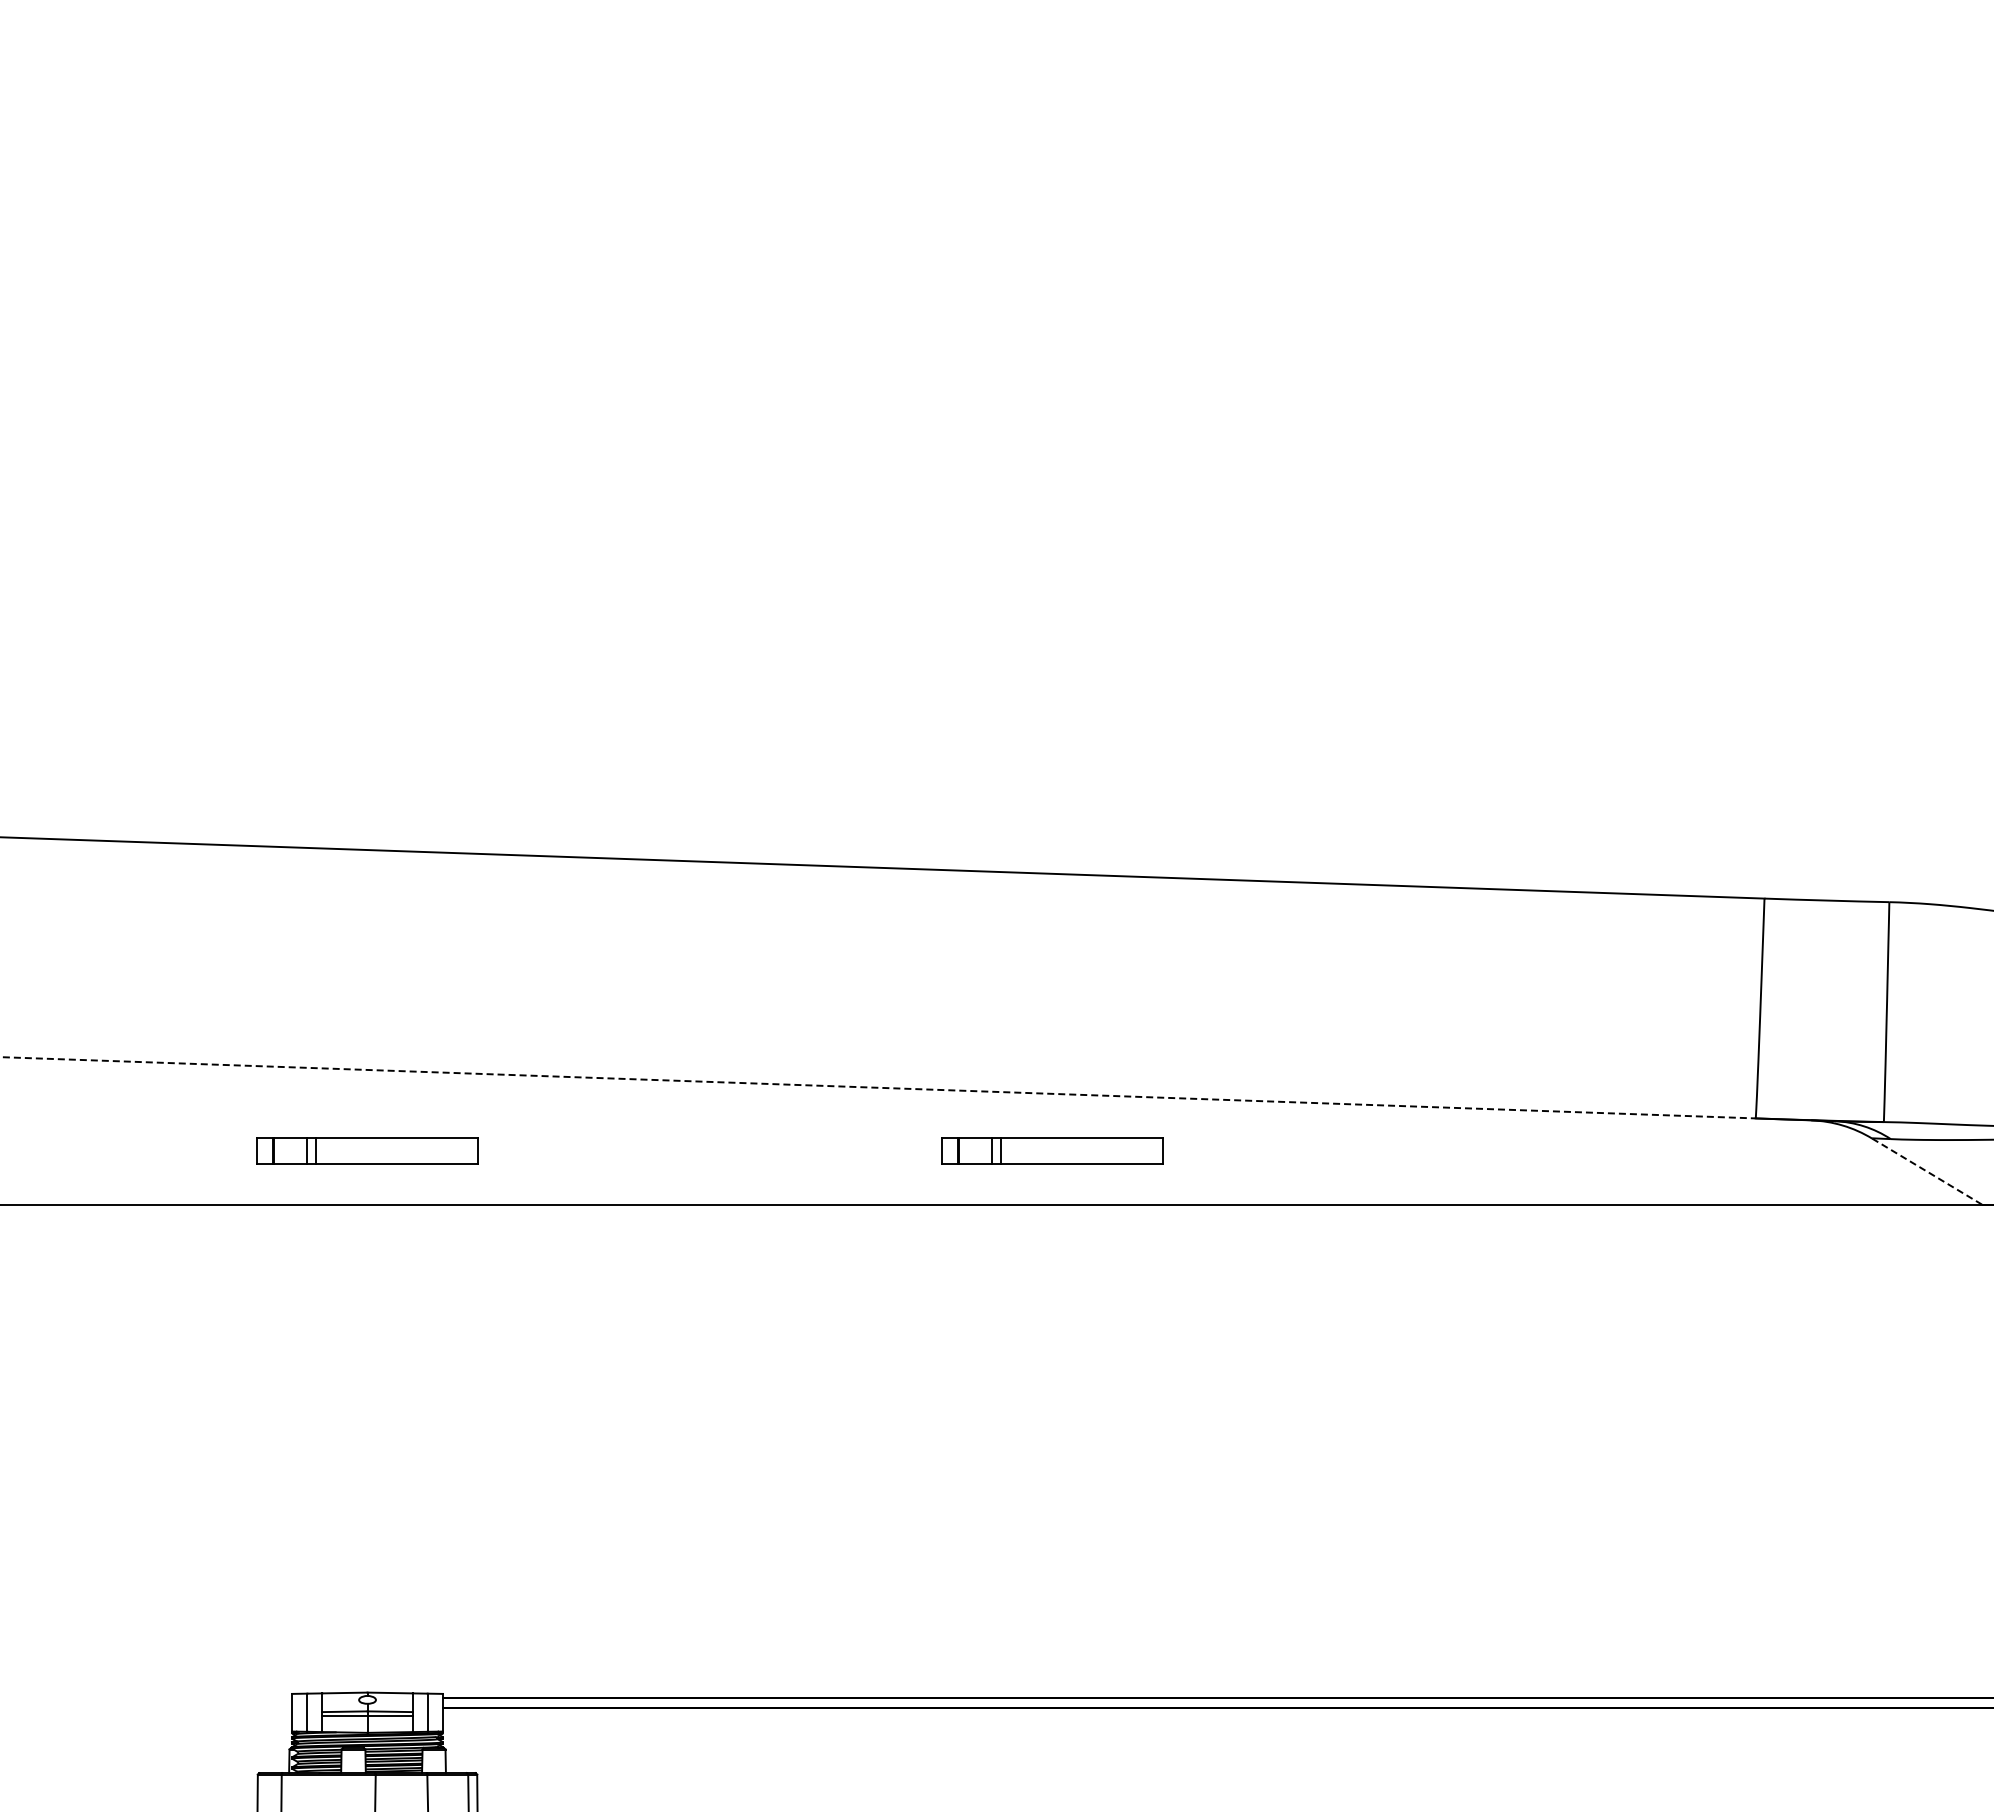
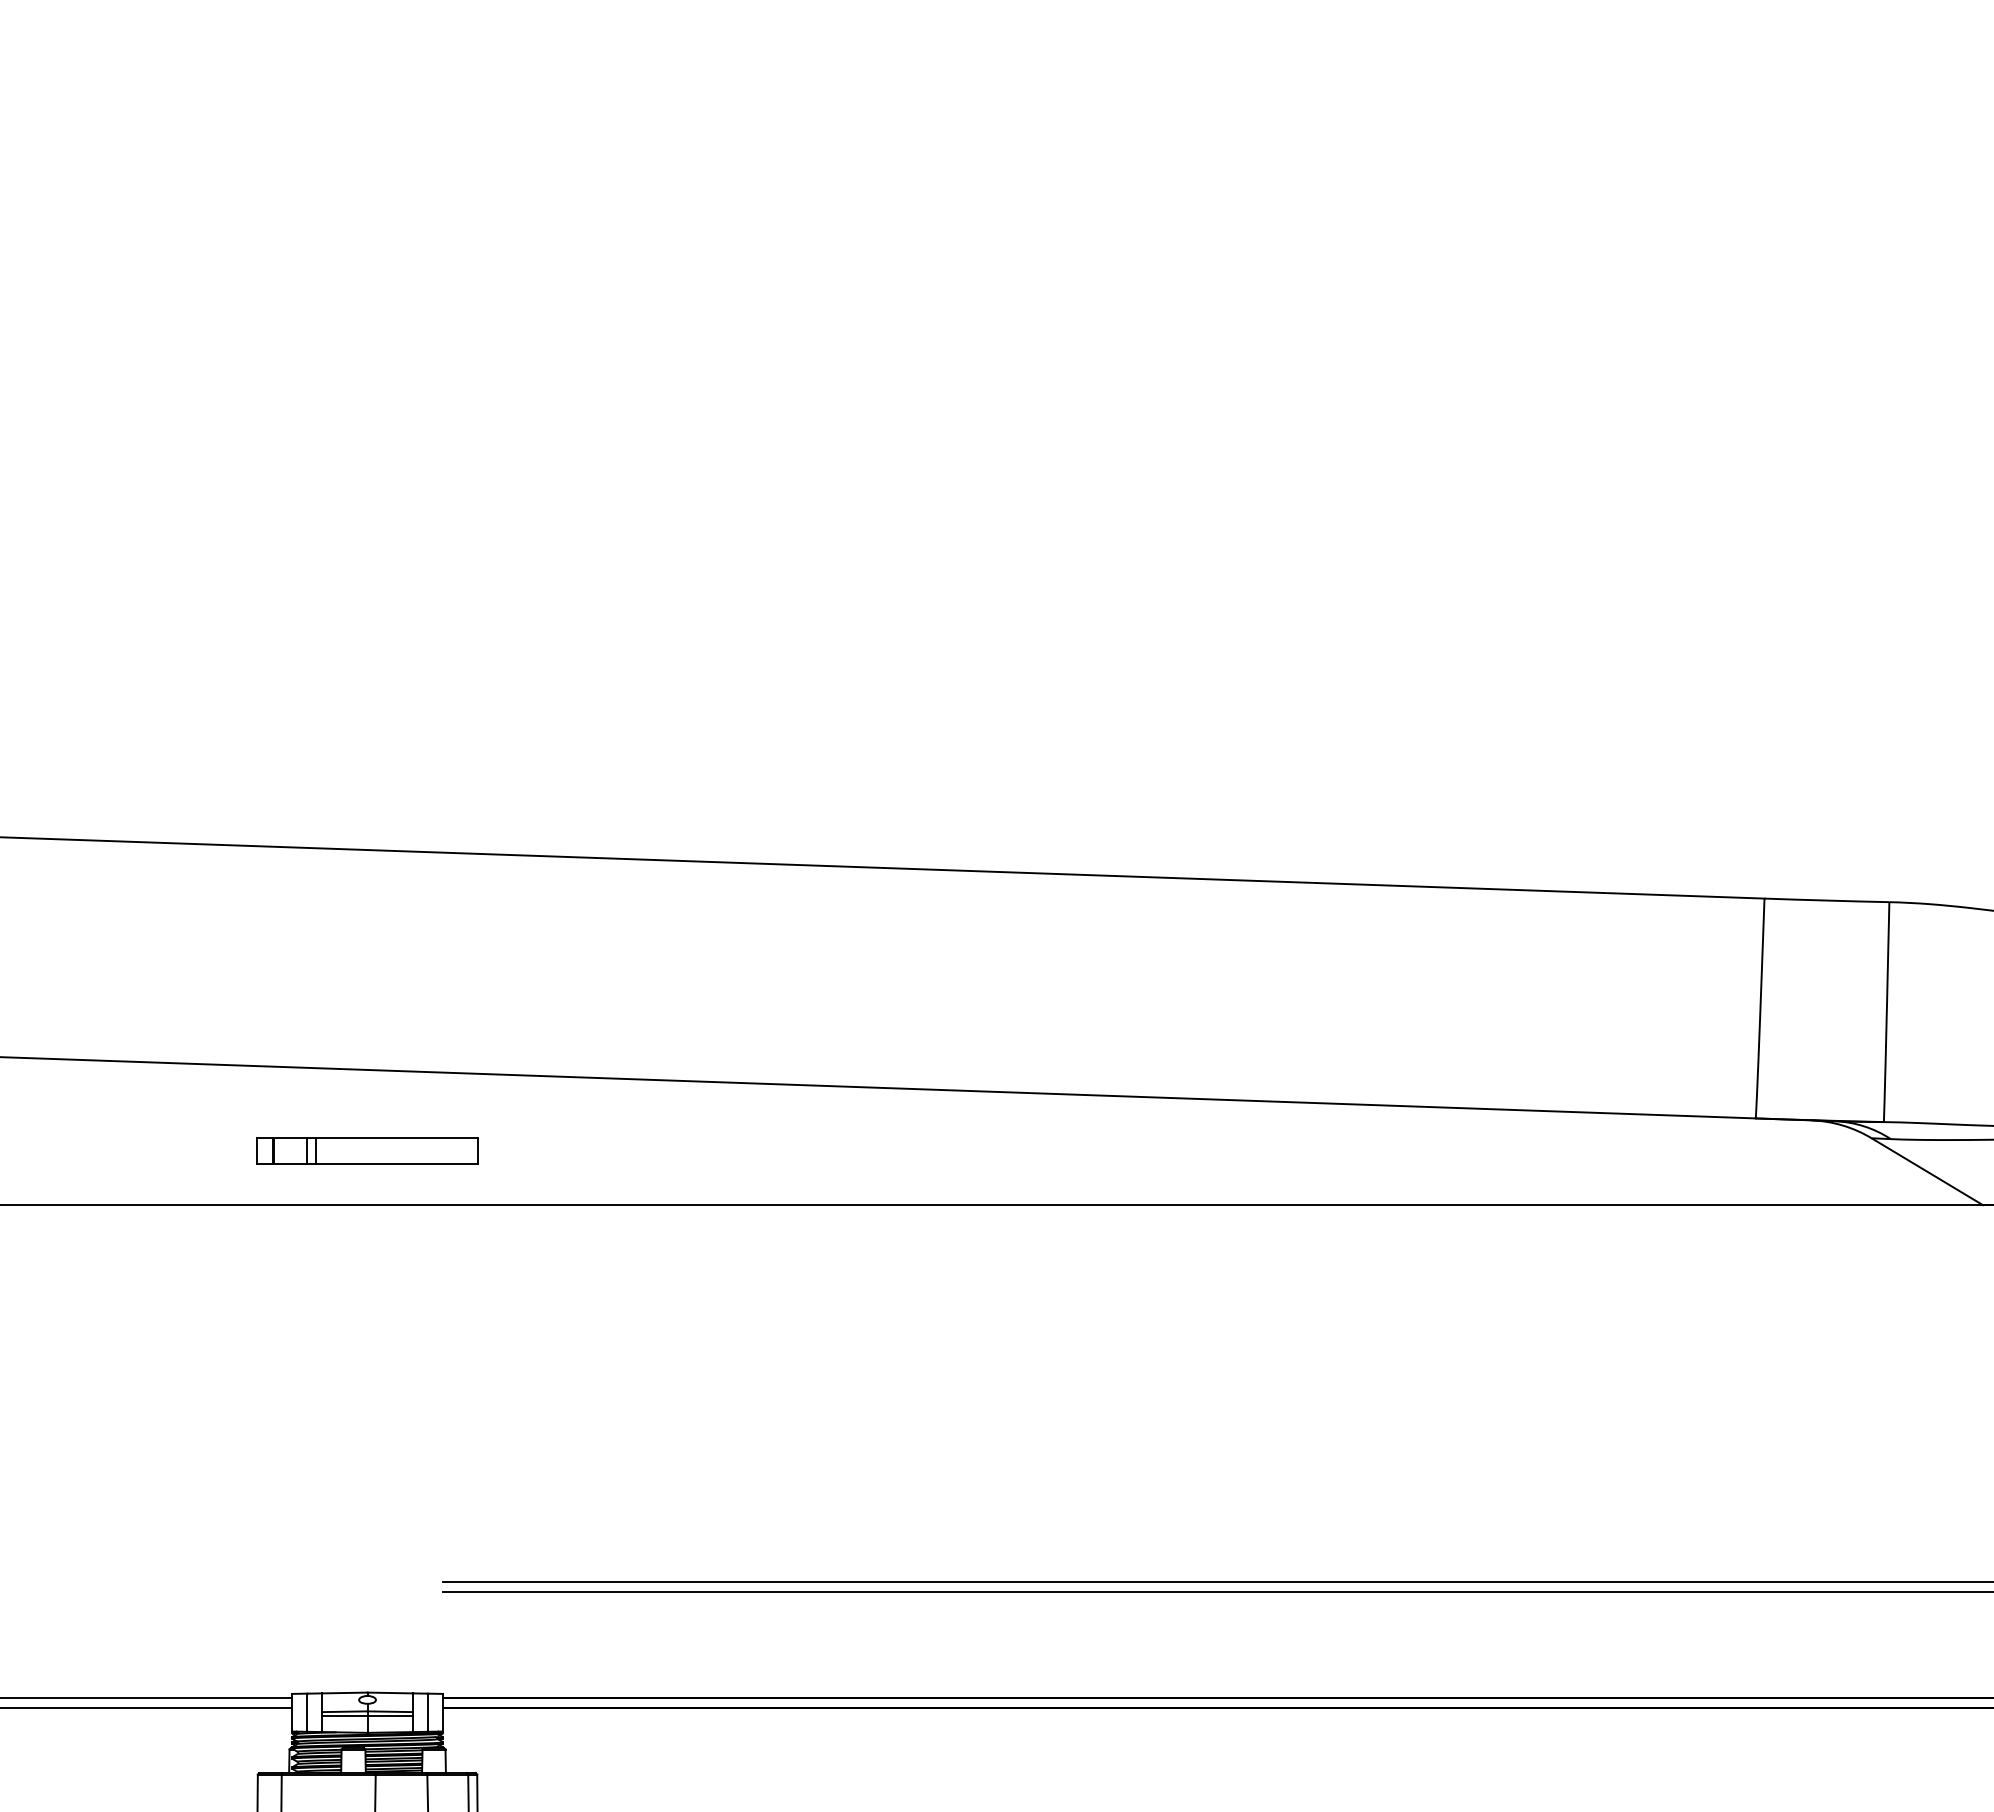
line at (878, 1087): dashed -> solid
part at (1052, 1150): present -> none
line at (1927, 1171): dashed -> solid
line at (1216, 1581): none -> present
line at (1216, 1591): none -> present
line at (147, 1697): none -> present
line at (147, 1707): none -> present
